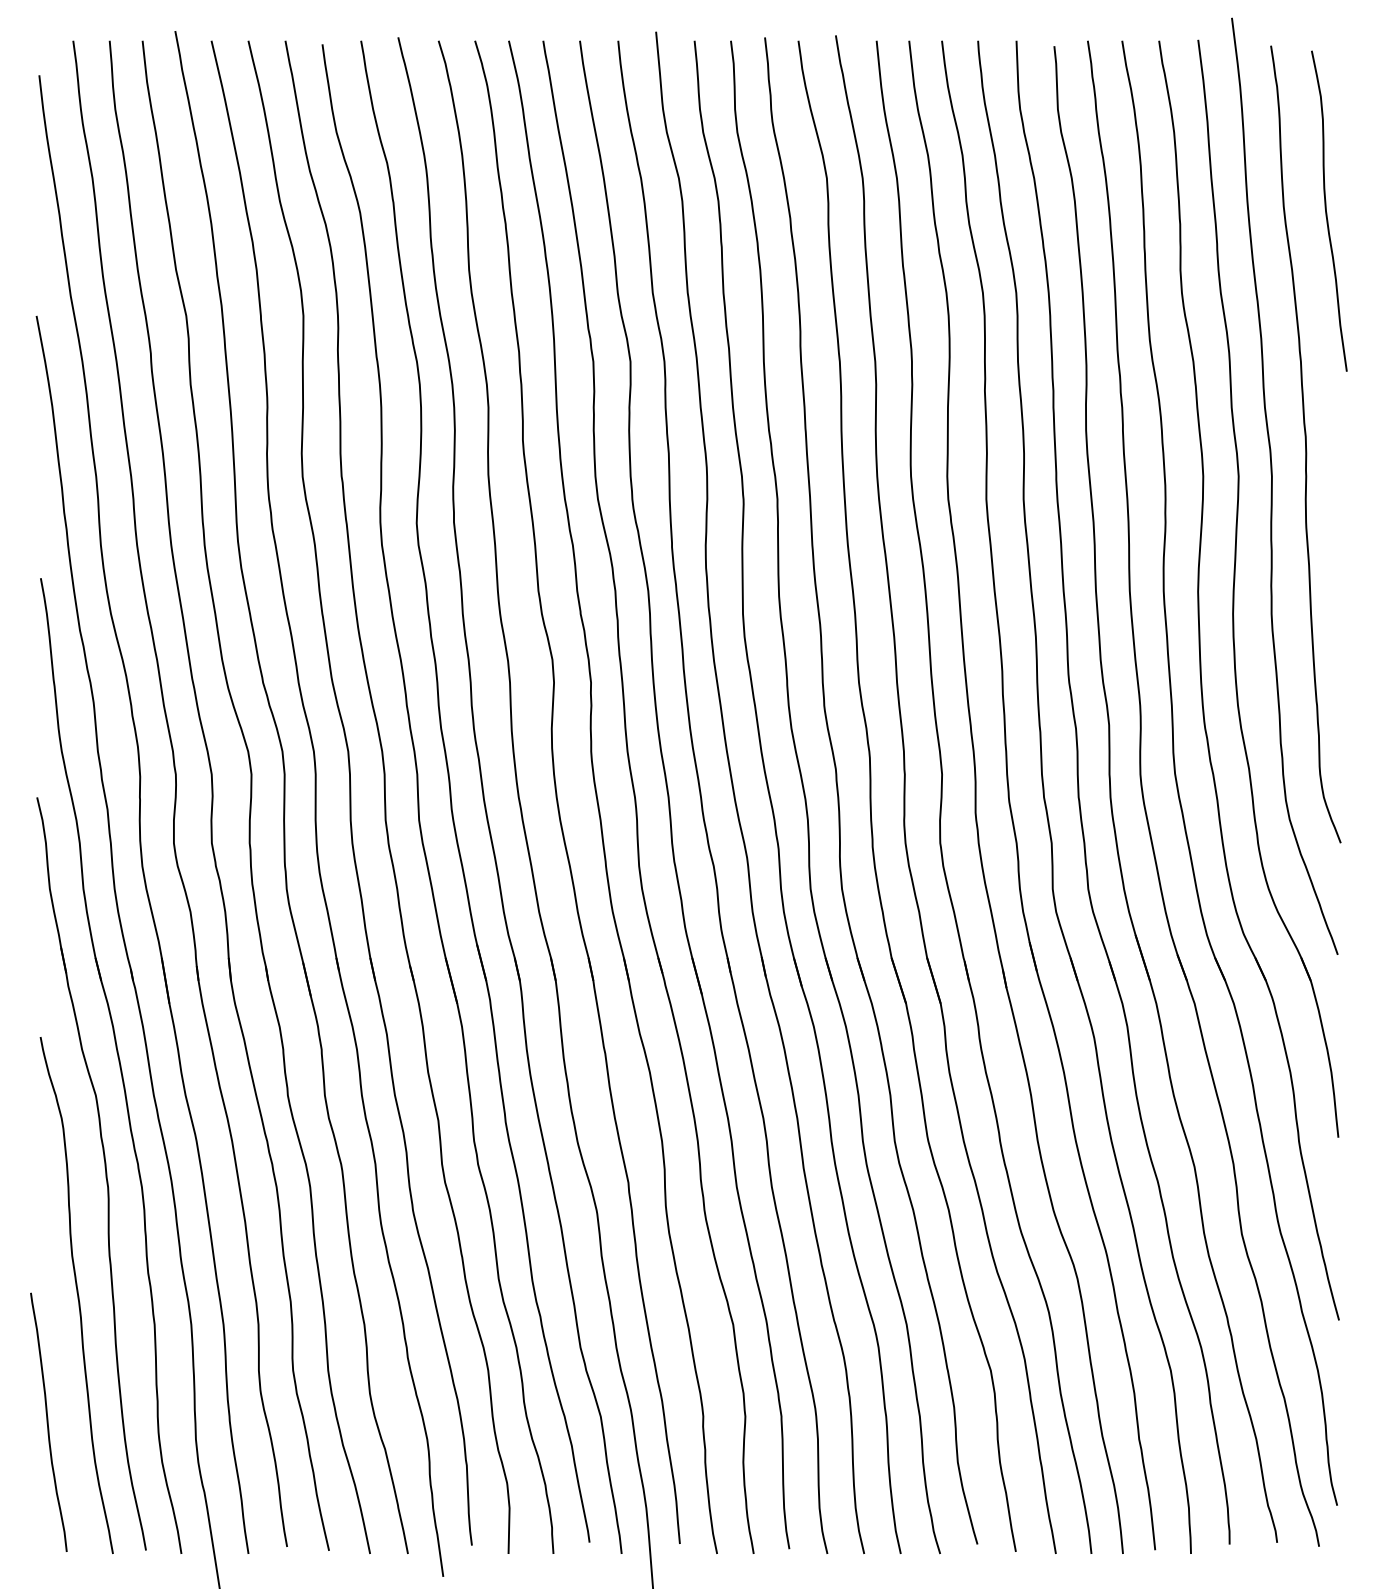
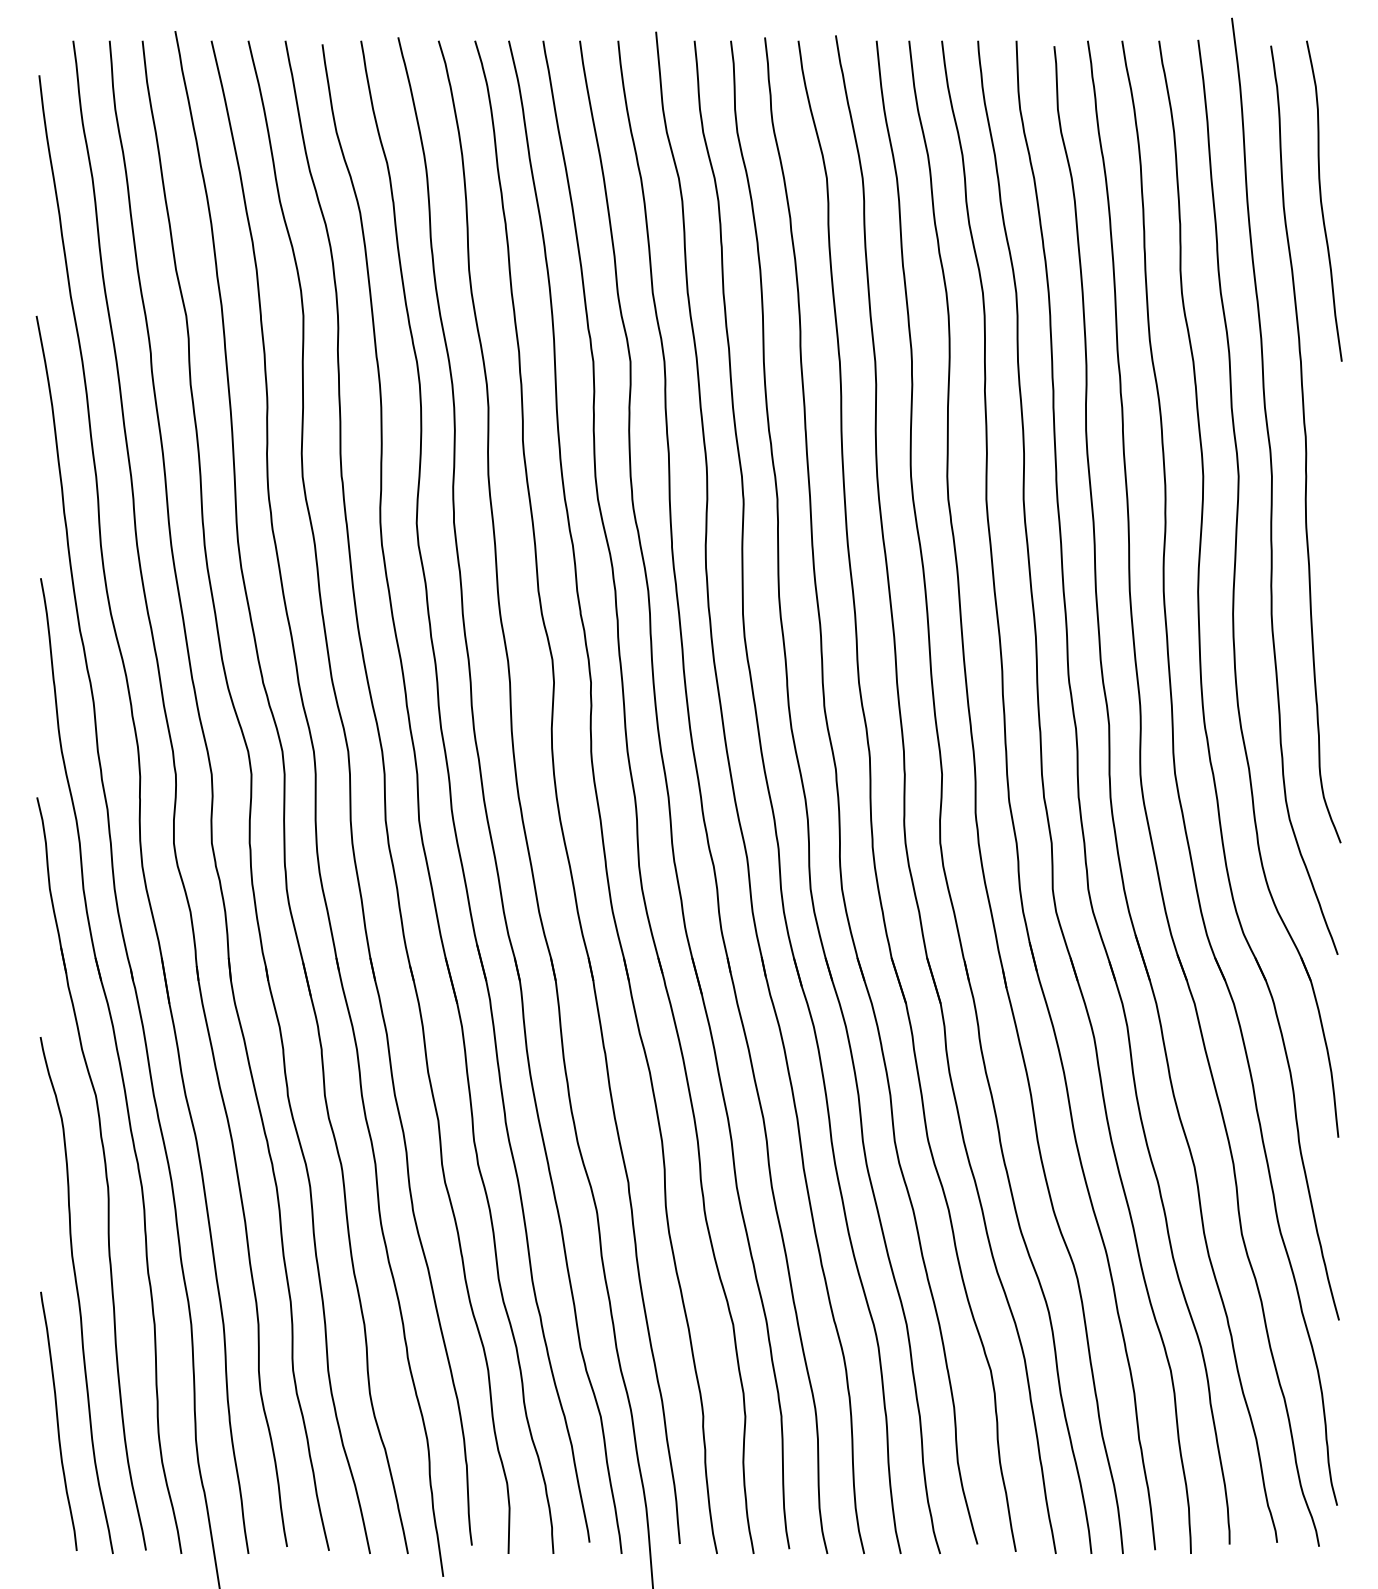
curve at (1327, 212) position: (1327, 212) -> (1322, 202)
curve at (48, 1421) position: (48, 1421) -> (58, 1420)
